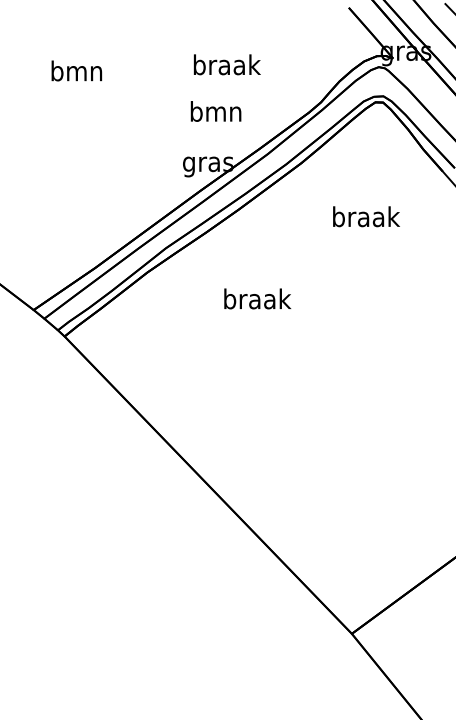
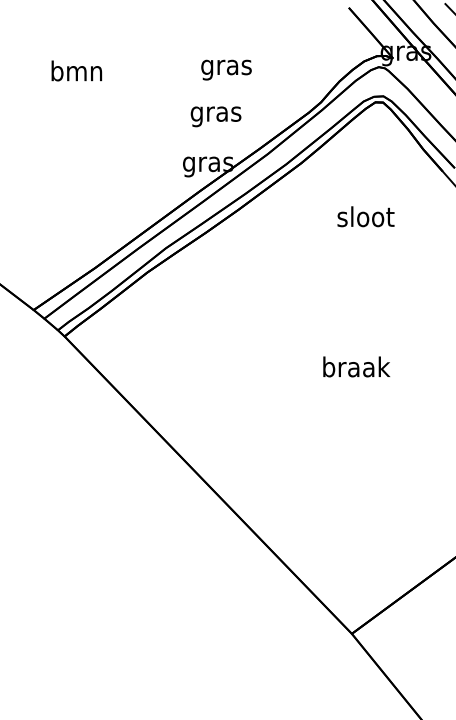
text at (226, 67): braak -> gras
text at (215, 114): bmn -> gras
text at (366, 216): braak -> sloot
text at (257, 298) position: (257, 298) -> (356, 366)
